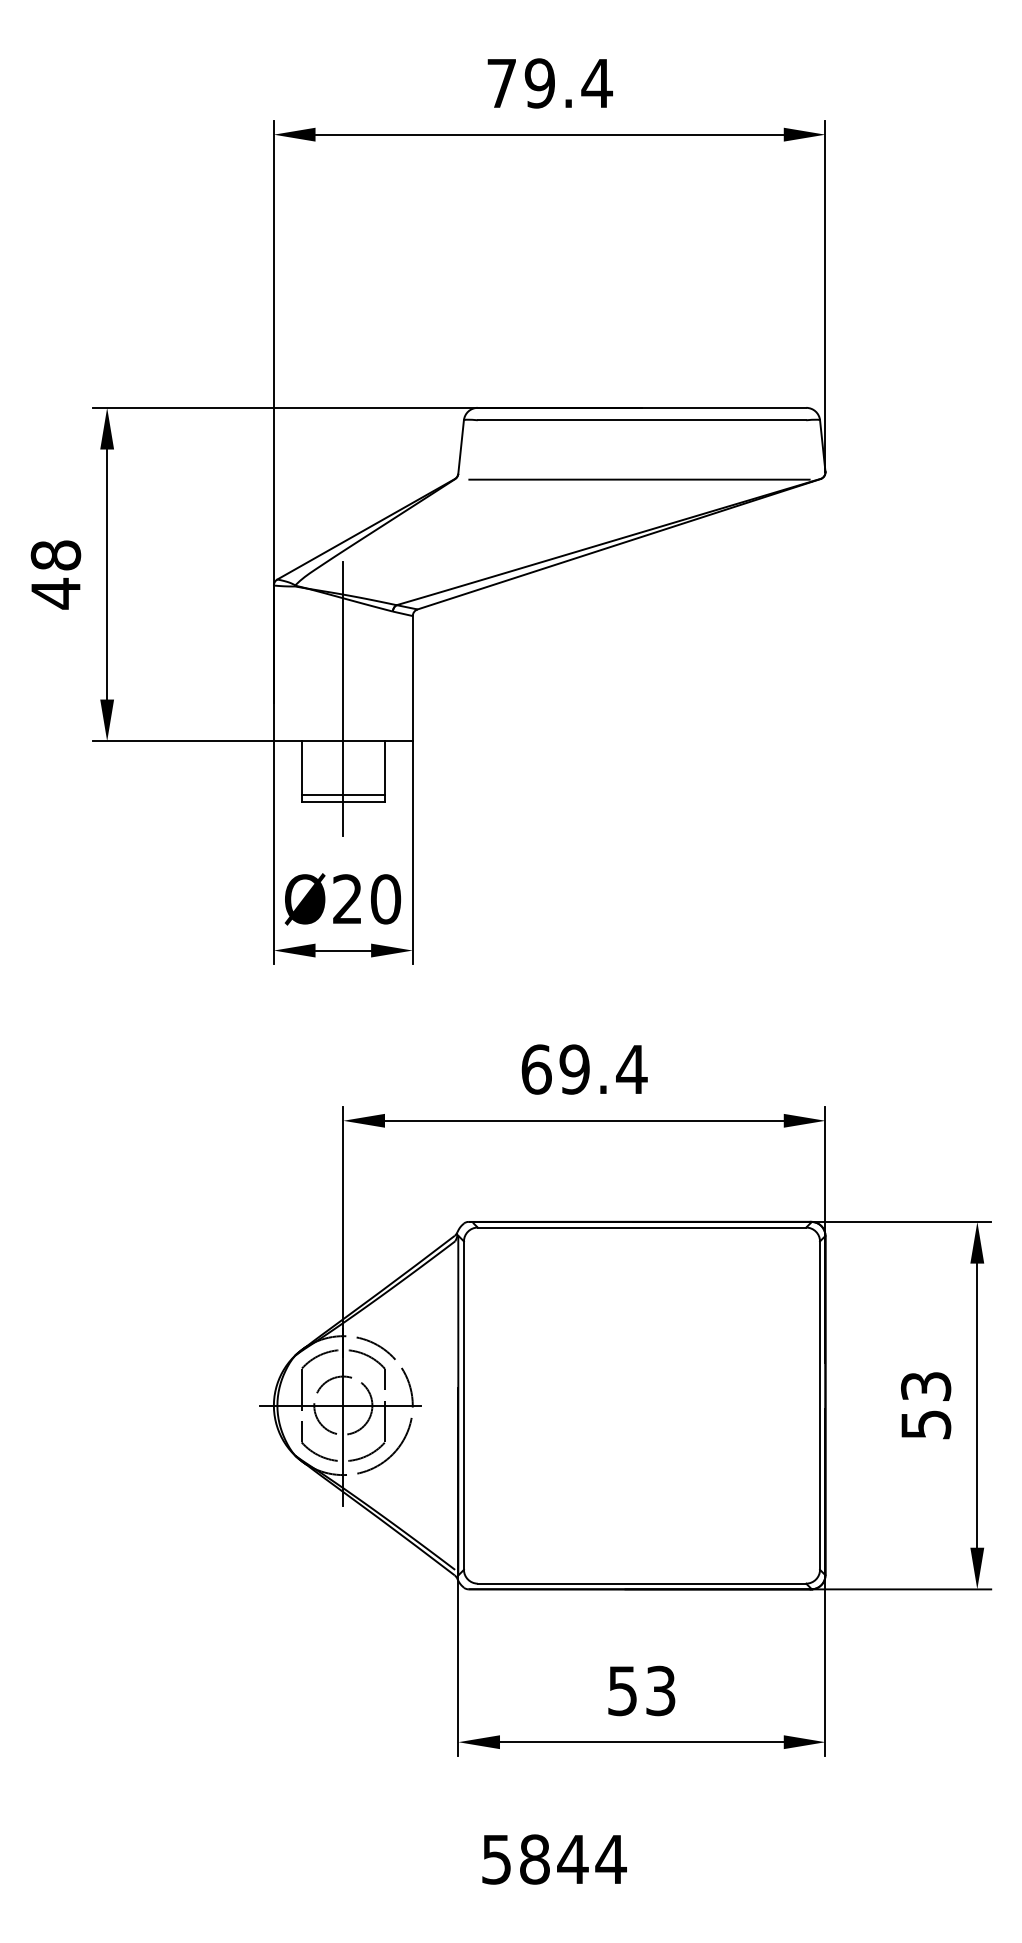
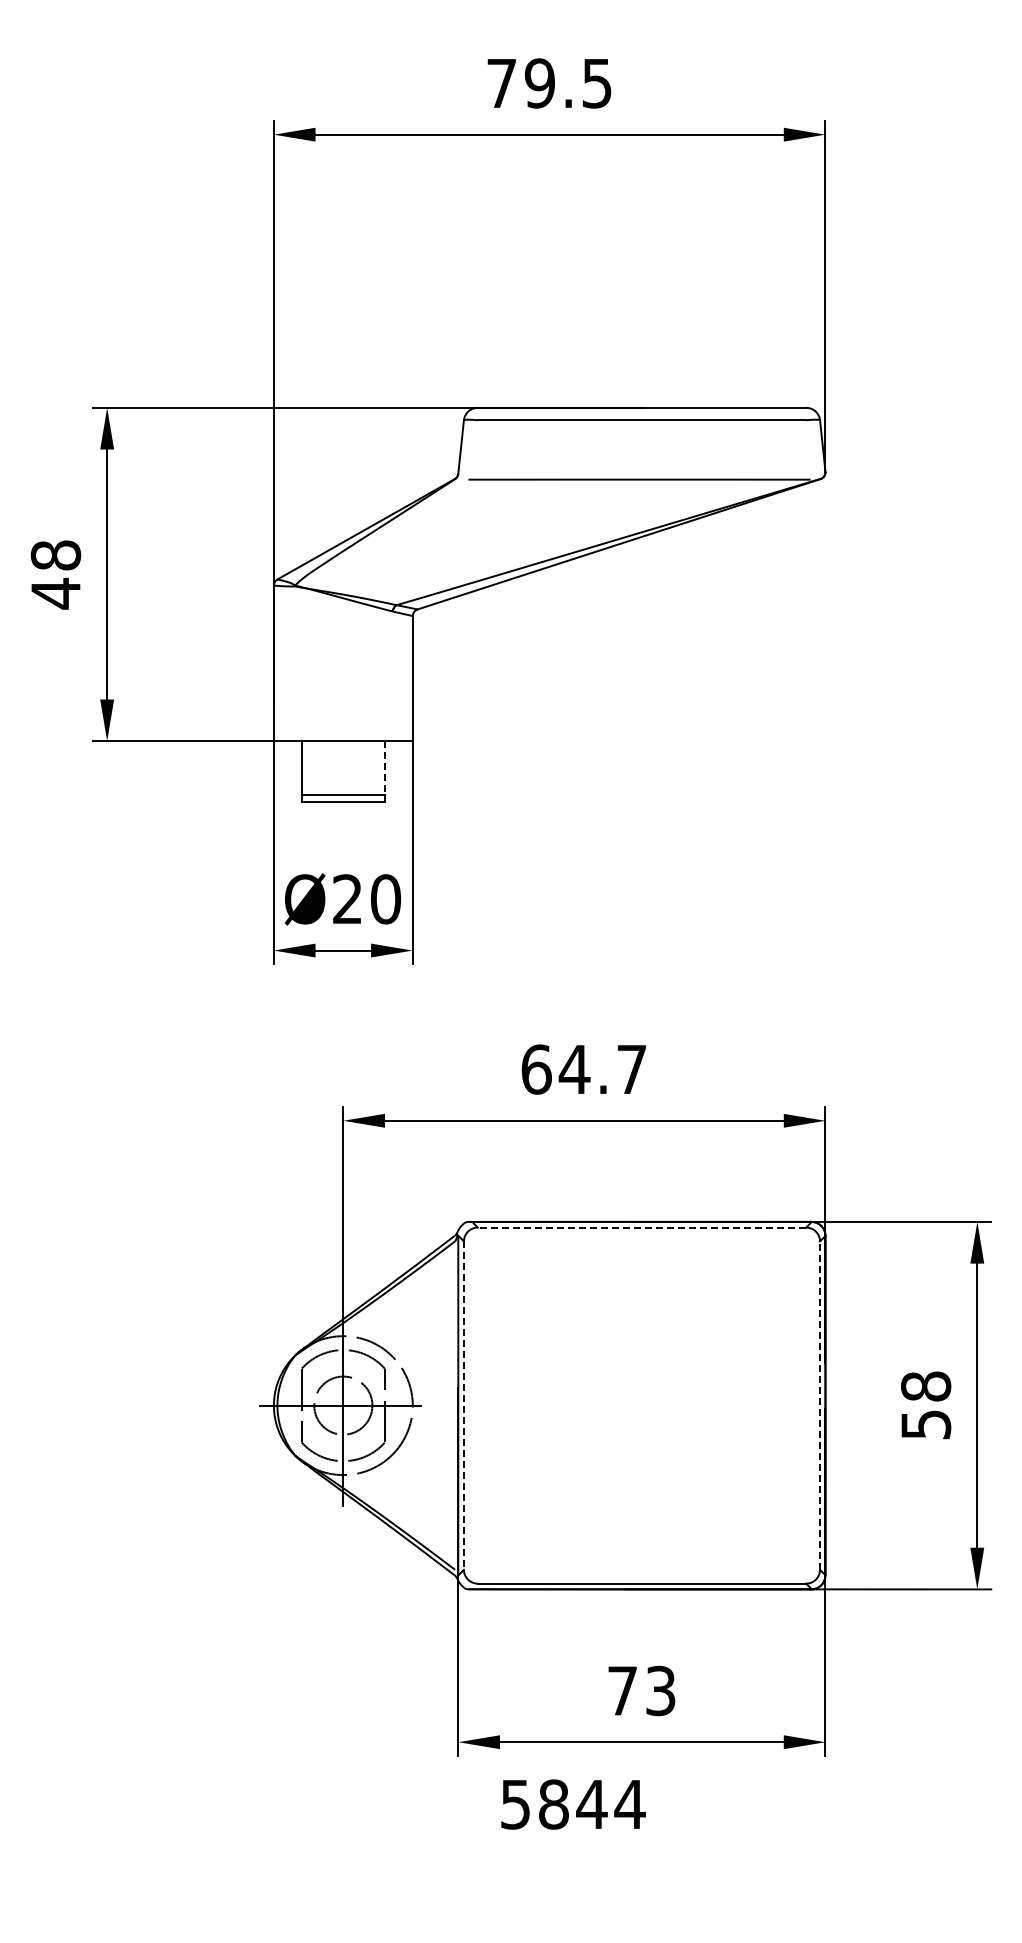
text at (596, 83): 79.4 -> 79.5
line at (343, 698): present -> none
line at (385, 767): solid -> dashed
text at (602, 1069): 69.4 -> 64.7
line at (641, 1227): solid -> dashed
text at (926, 1386): 53 -> 58
line at (820, 1405): solid -> dashed
line at (463, 1406): solid -> dashed
text at (622, 1691): 53 -> 73
text at (554, 1859) position: (554, 1859) -> (573, 1804)
